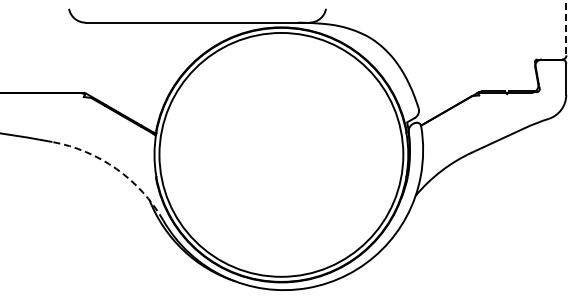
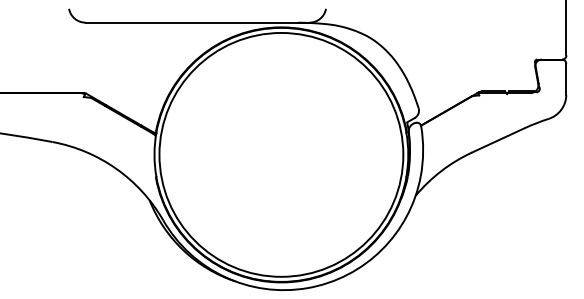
line at (566, 28): dashed -> solid
arc at (116, 168): dashed -> solid
